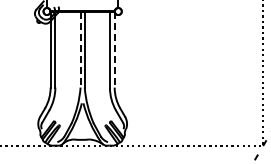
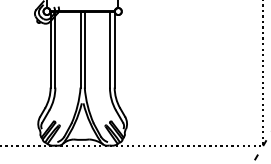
line at (80, 50): dashed -> solid
line at (114, 50): dashed -> solid
